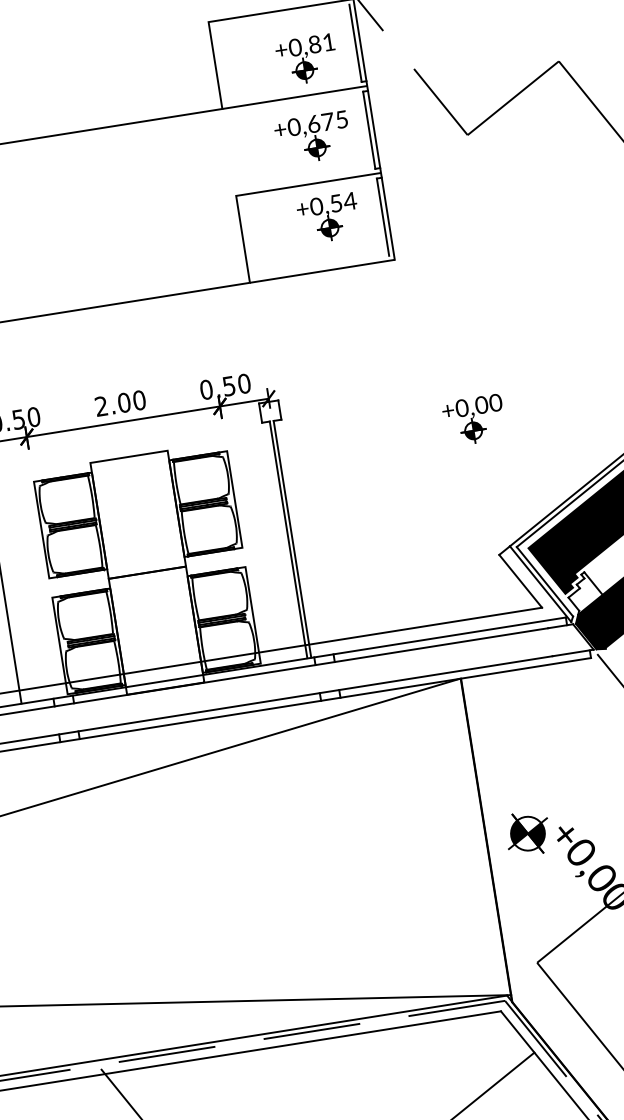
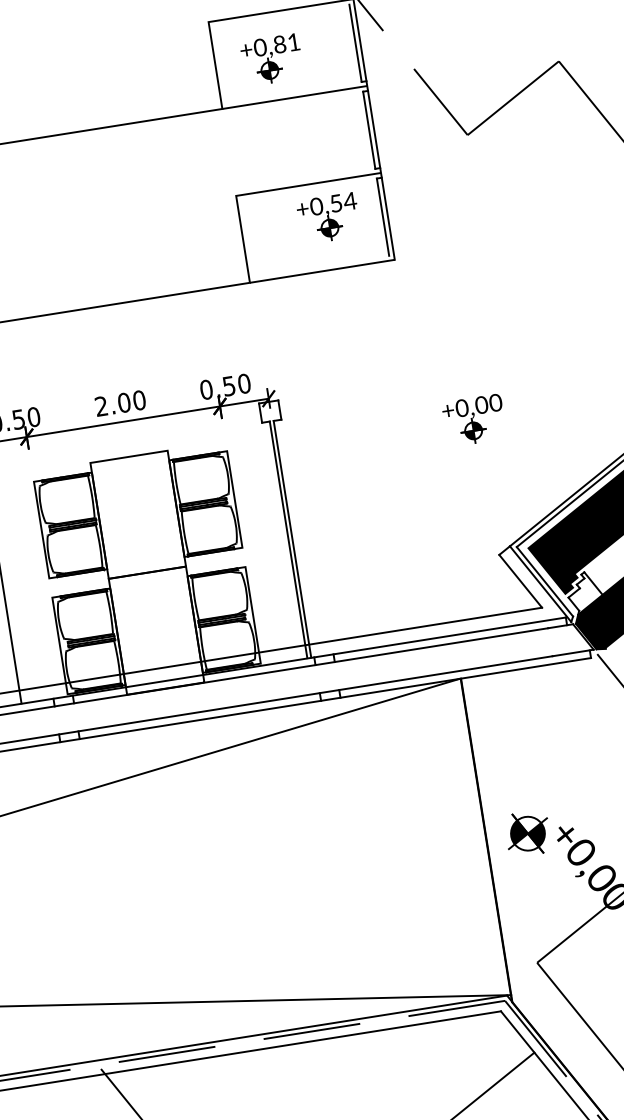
part at (305, 58) position: (305, 58) -> (270, 58)
part at (310, 135): present -> none
